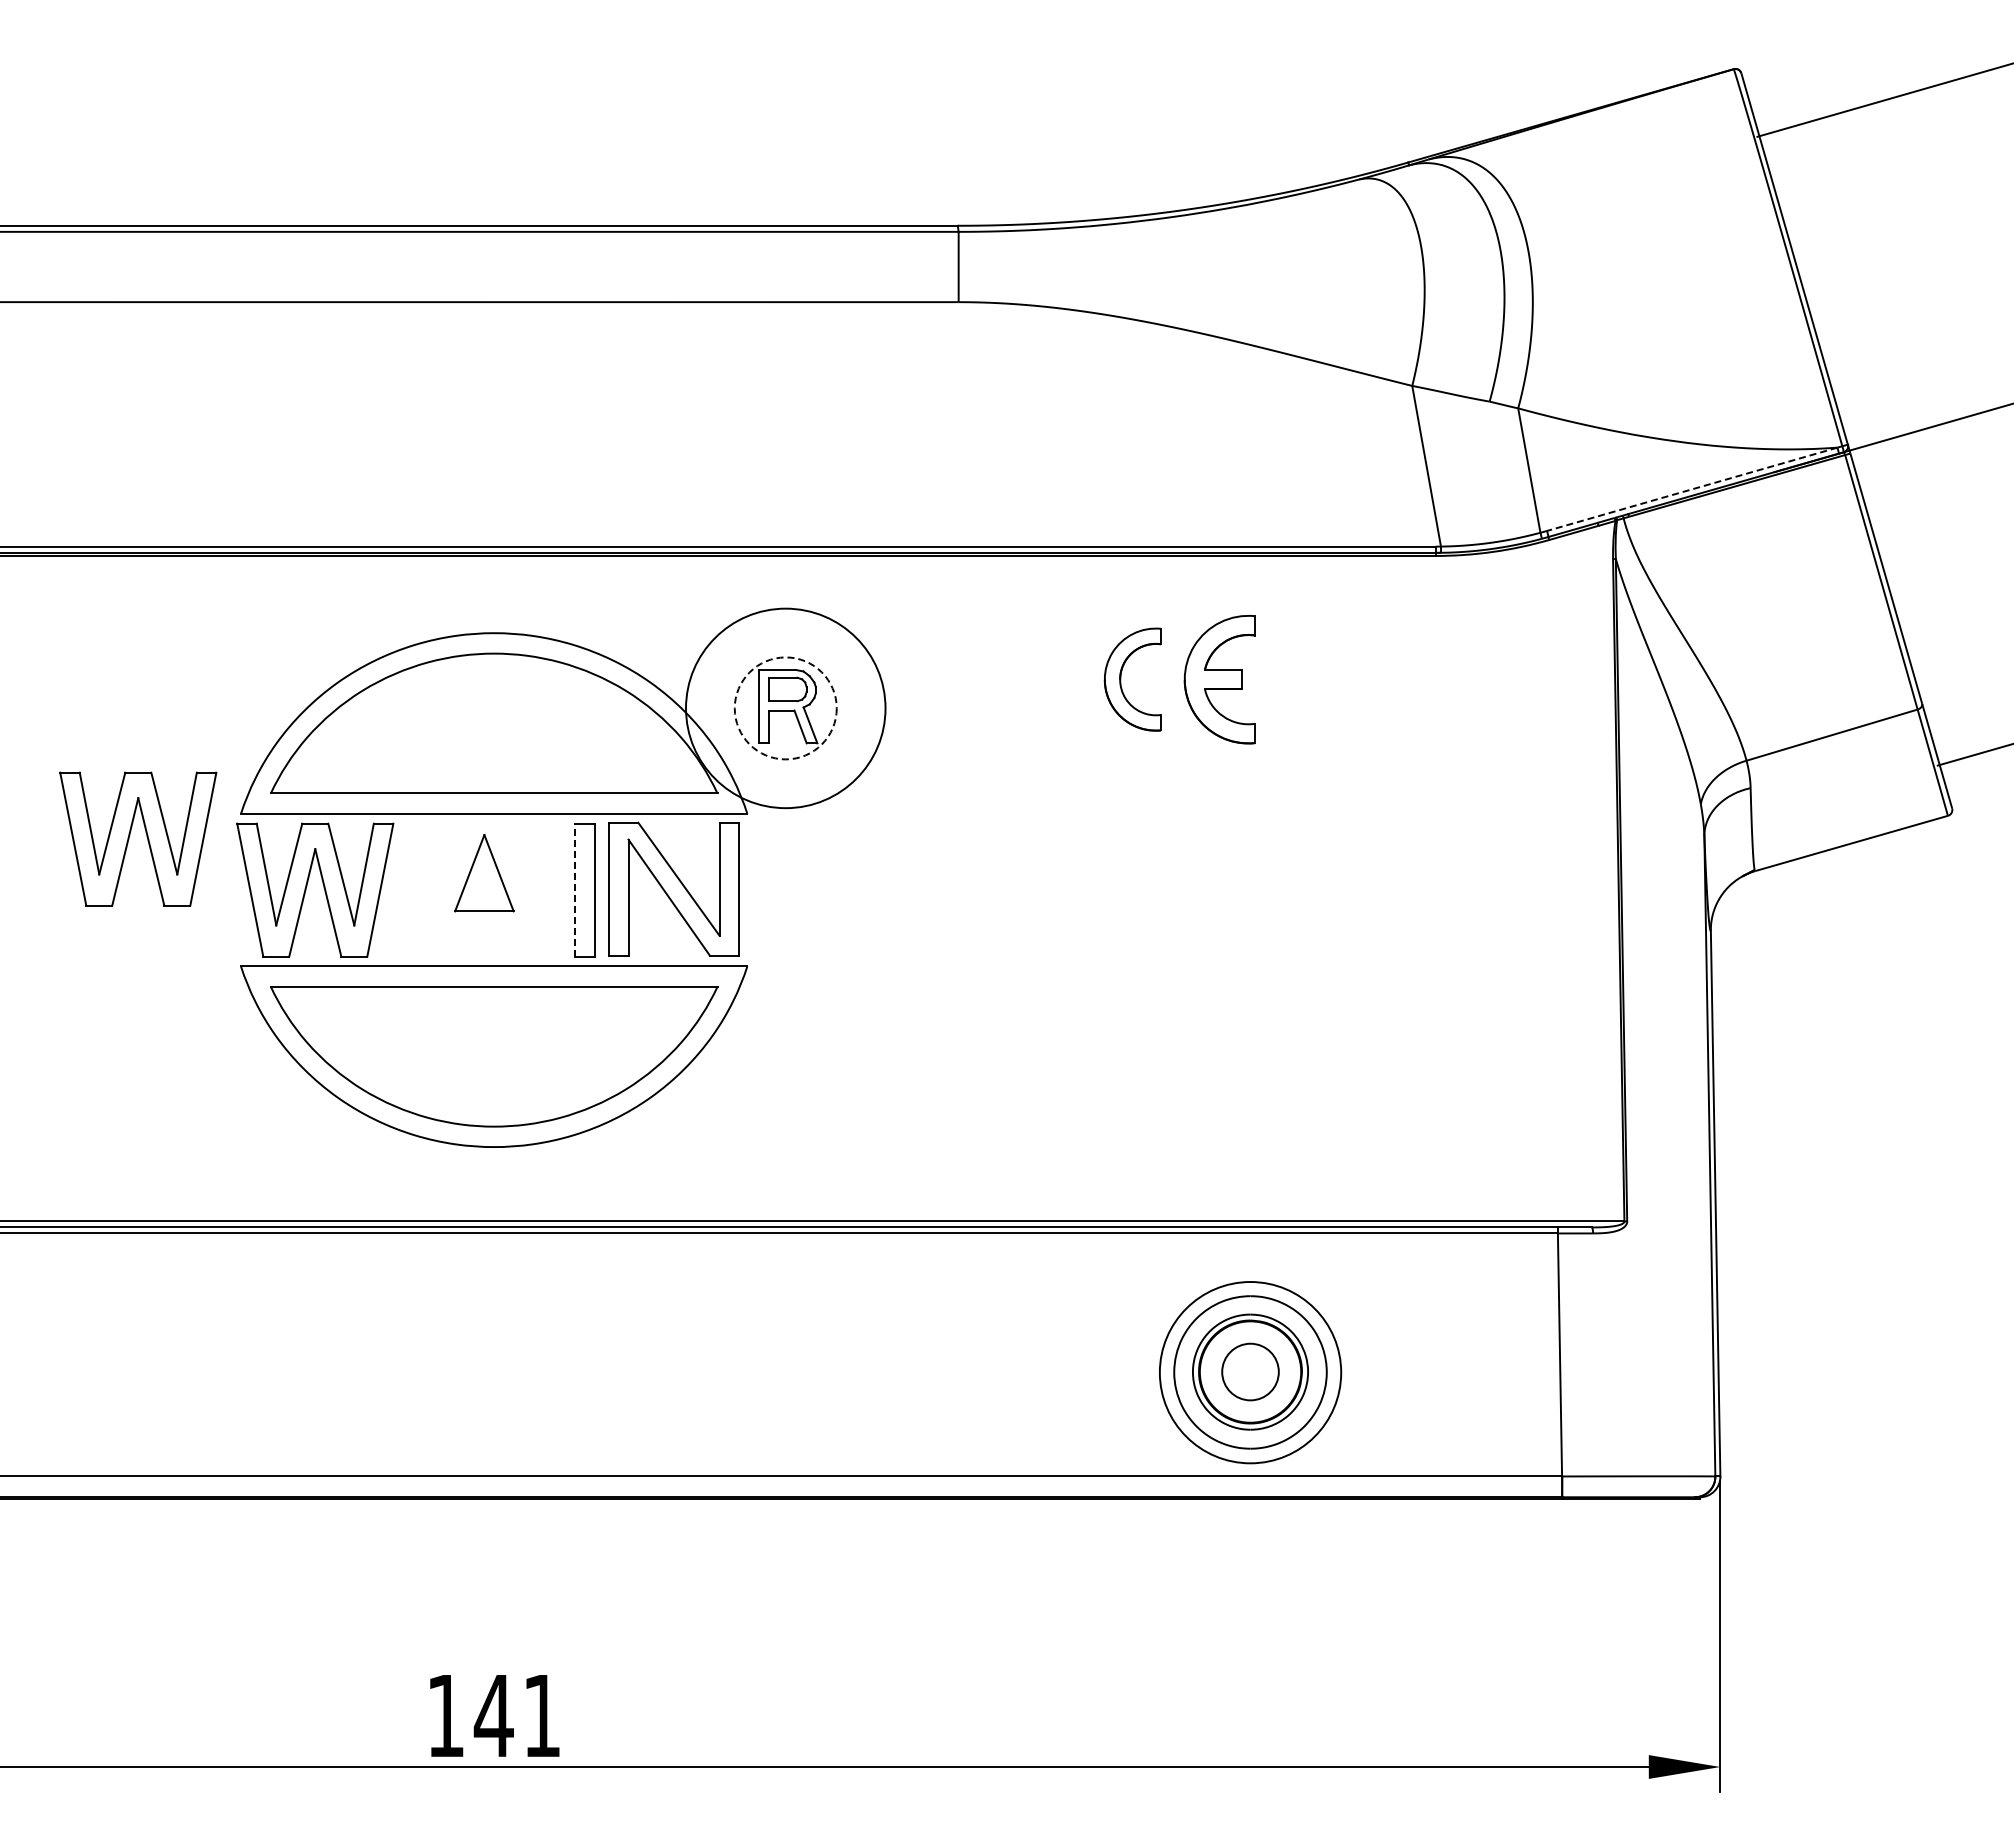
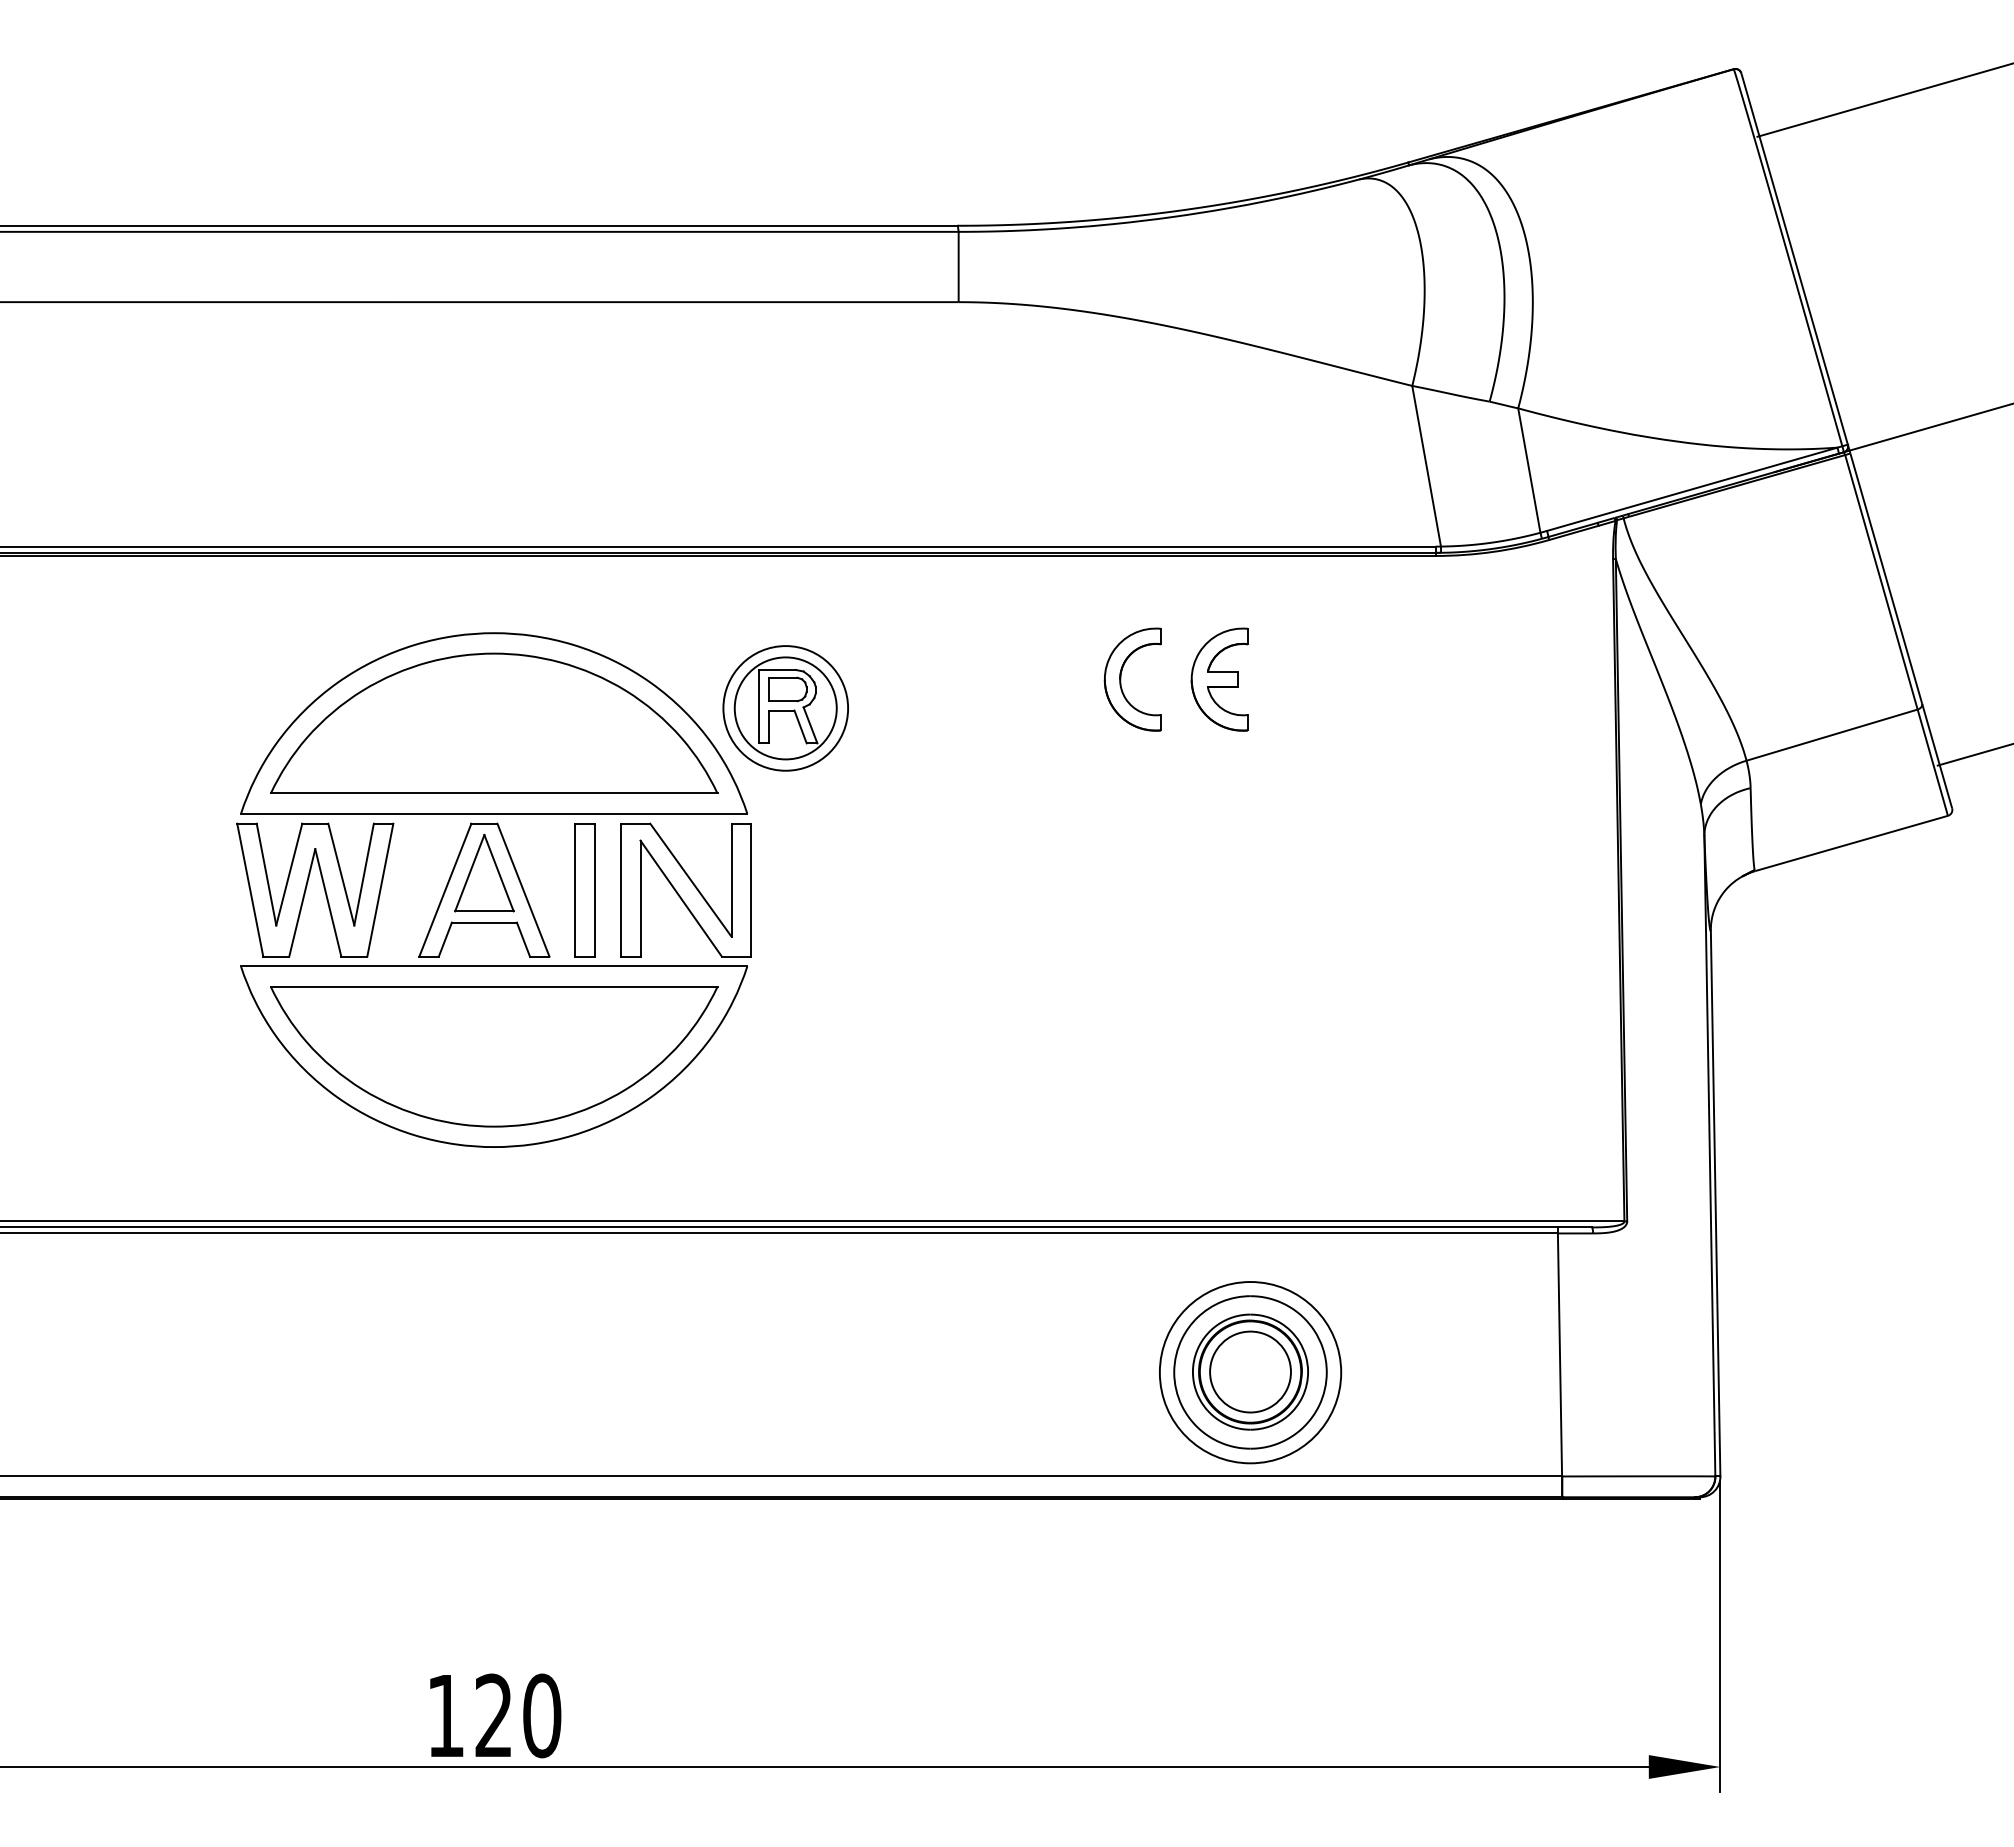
line at (1691, 489): dashed -> solid
part at (1219, 679) size: 73x130 px -> 59x105 px
circle at (785, 708) diameter: 200 px -> 125 px
circle at (785, 708): dashed -> solid
part at (146, 837): present -> none
part at (673, 888) position: (673, 888) -> (685, 889)
part at (484, 889): none -> present
line at (575, 889): dashed -> solid
circle at (1250, 1371) diameter: 57 px -> 81 px
text at (517, 1715): 141 -> 120
